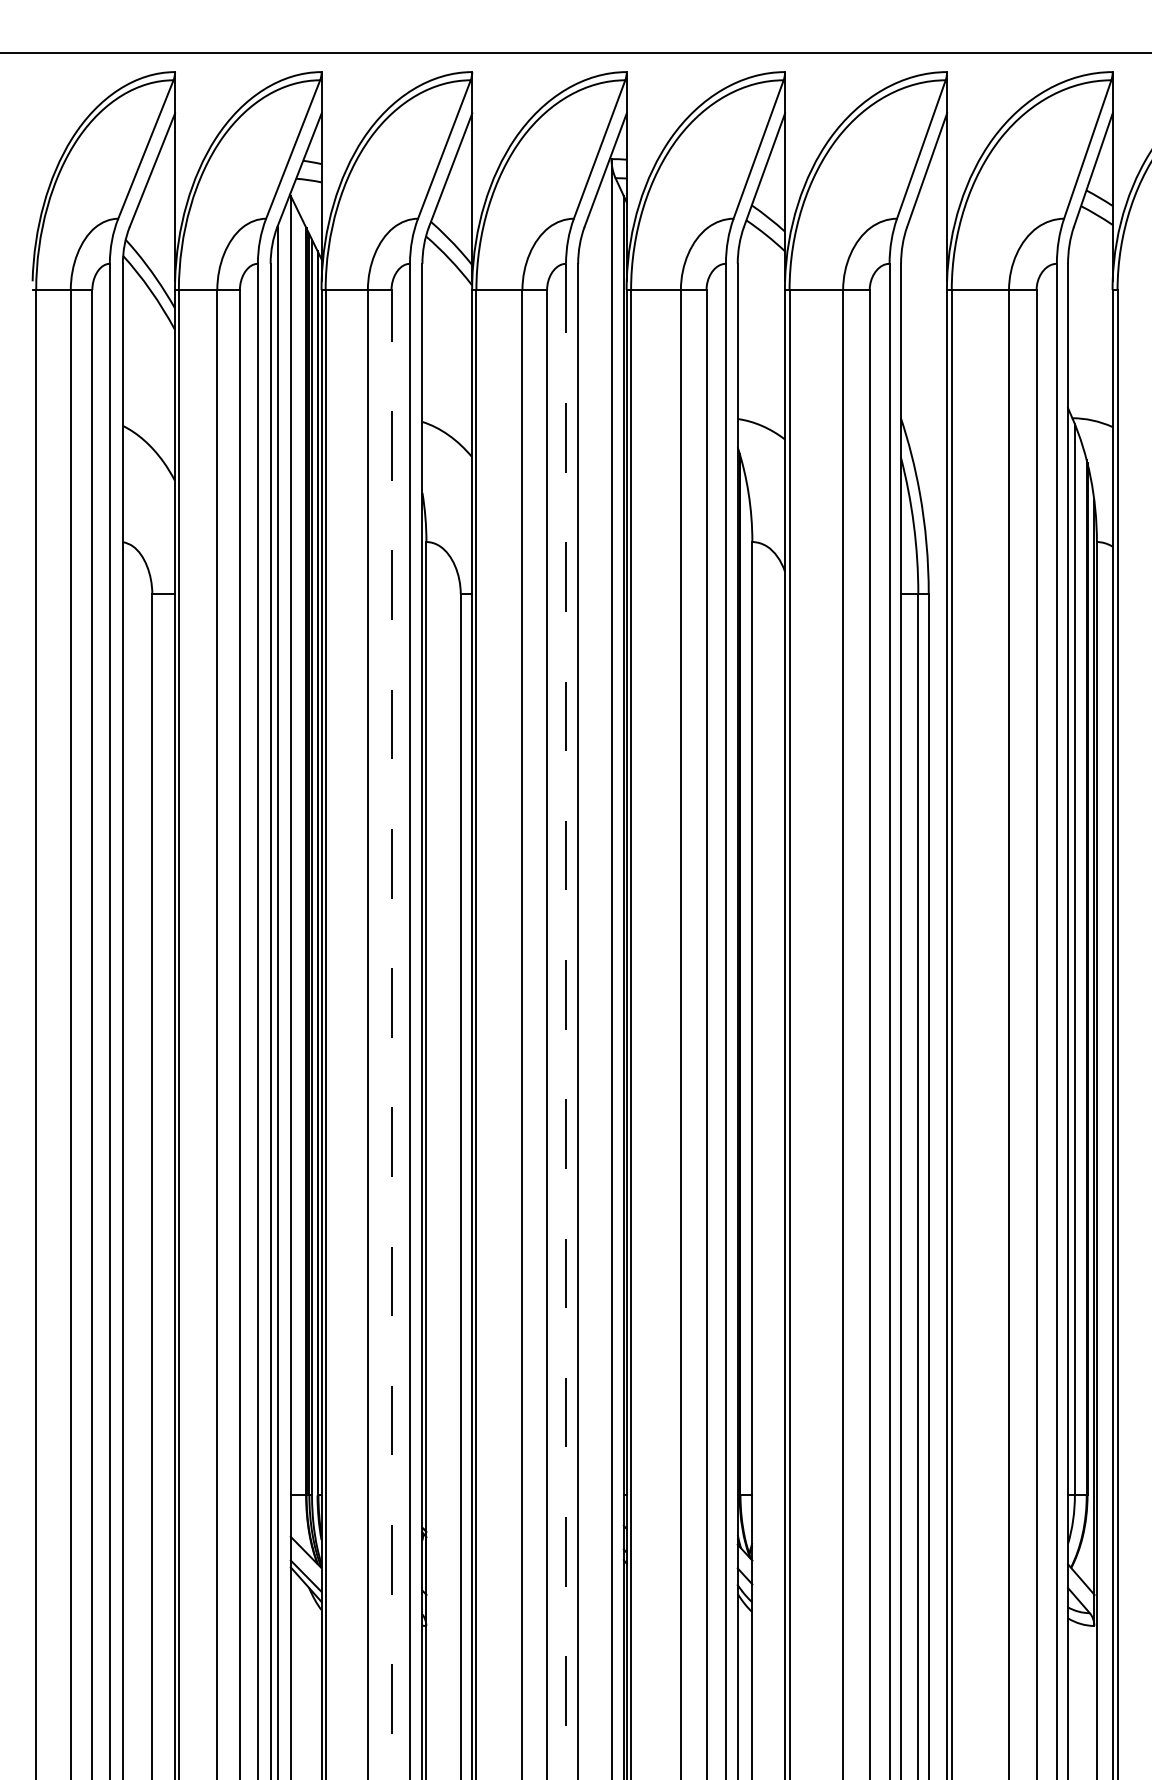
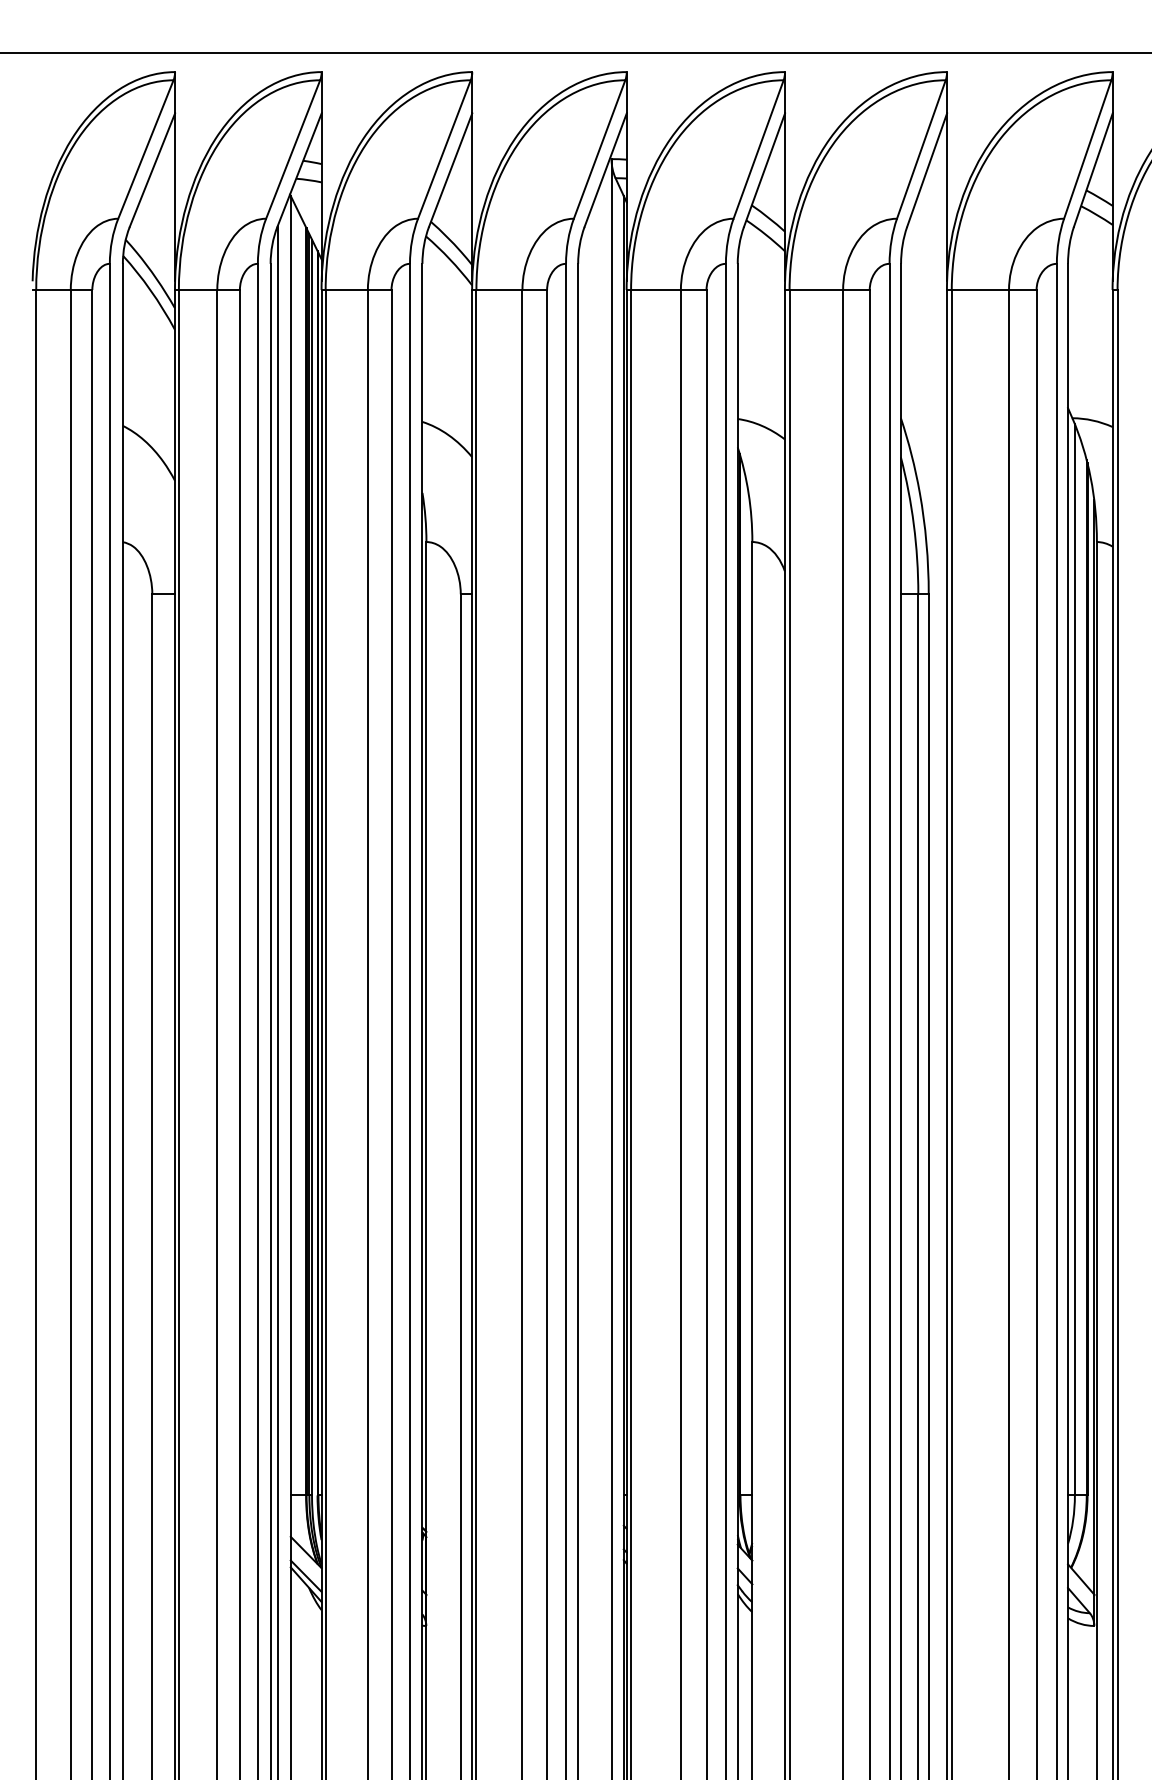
line at (566, 1021): dashed -> solid
line at (391, 1034): dashed -> solid
